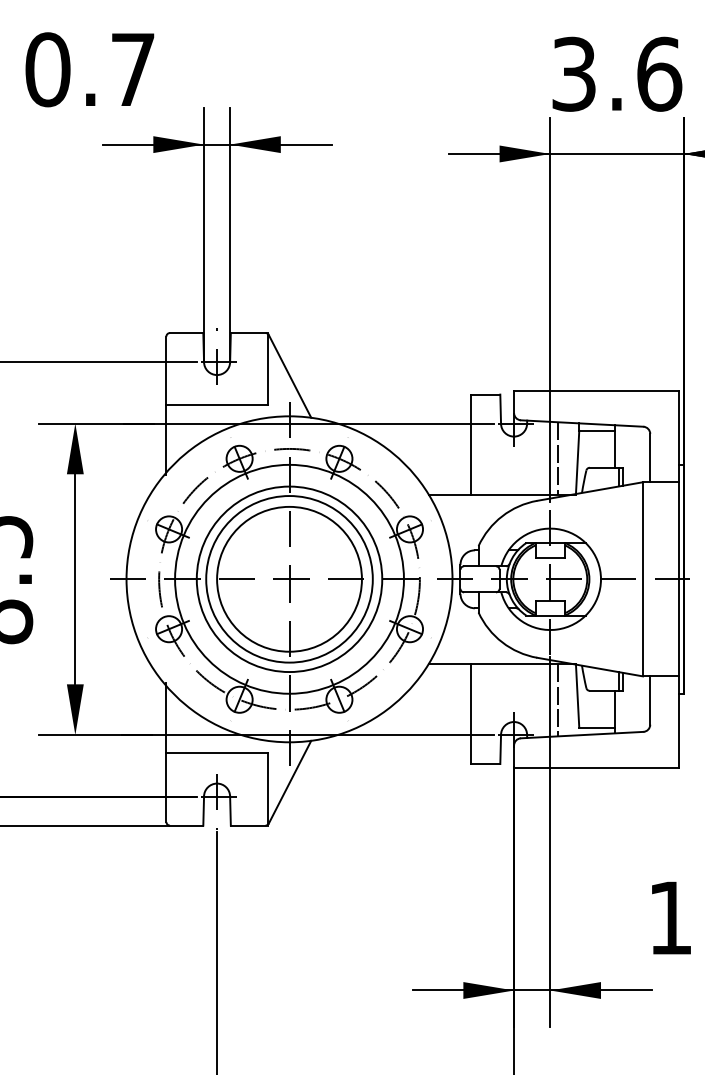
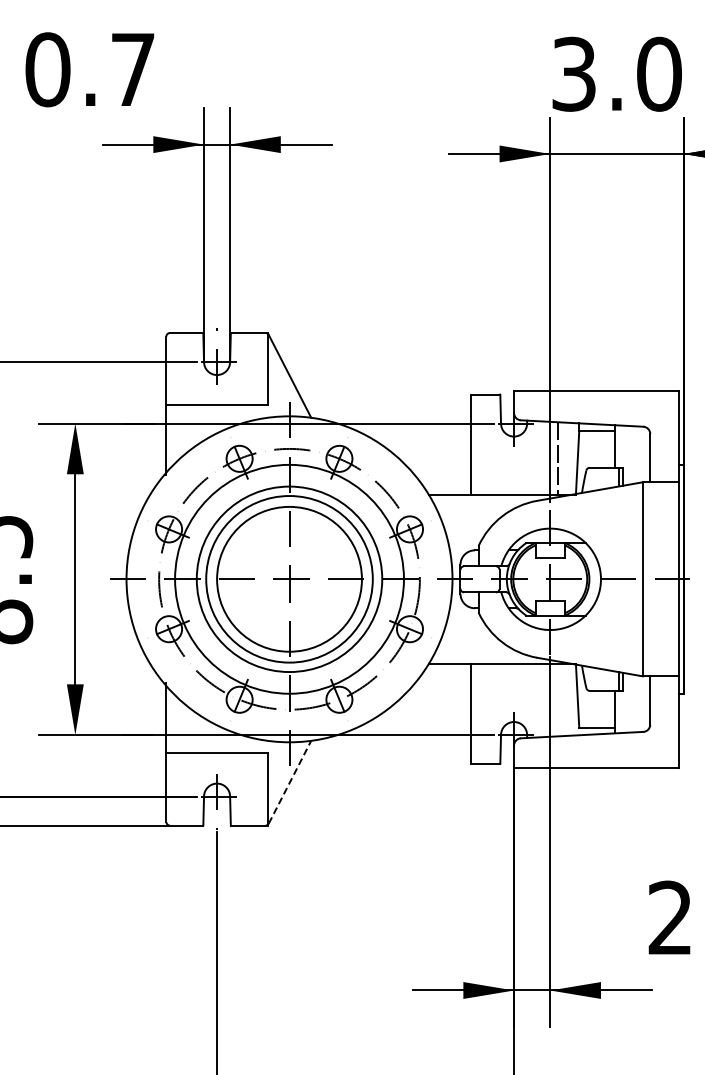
text at (659, 73): 3.6 -> 3.0
line at (557, 700): present -> none
line at (290, 782): solid -> dashed
text at (669, 917): 1 -> 2
